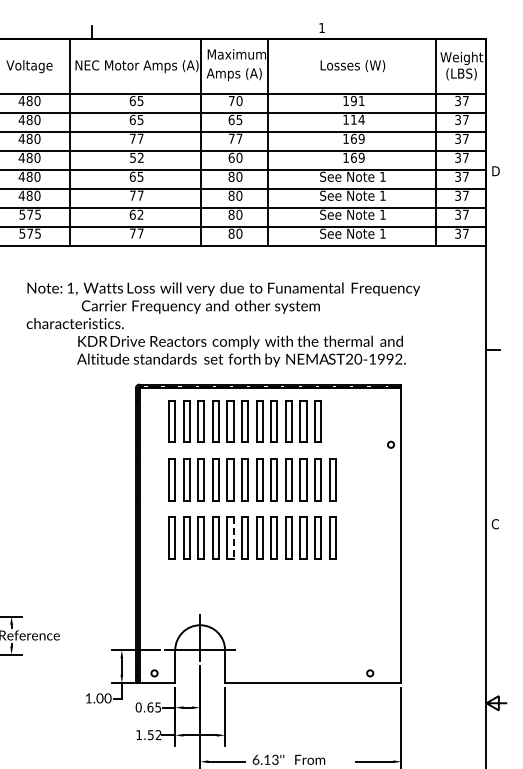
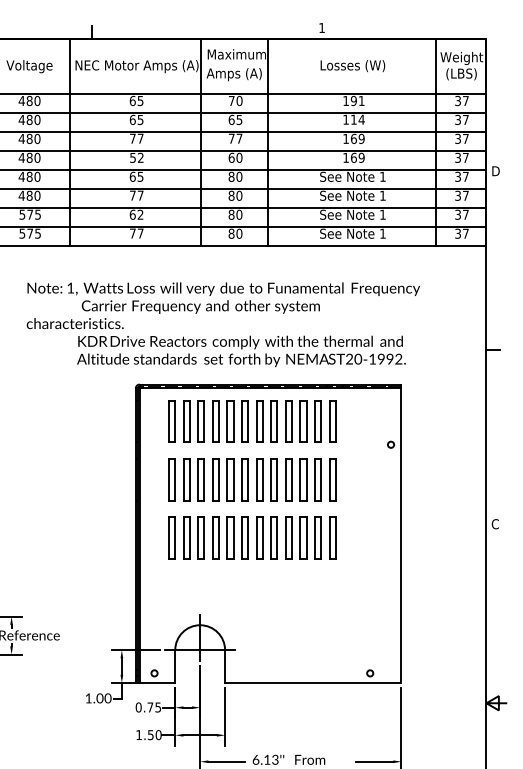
part at (332, 421): none -> present
line at (233, 537): dashed -> solid
text at (150, 707): 0.65 -> 0.75
text at (158, 735): 1.52 -> 1.50
